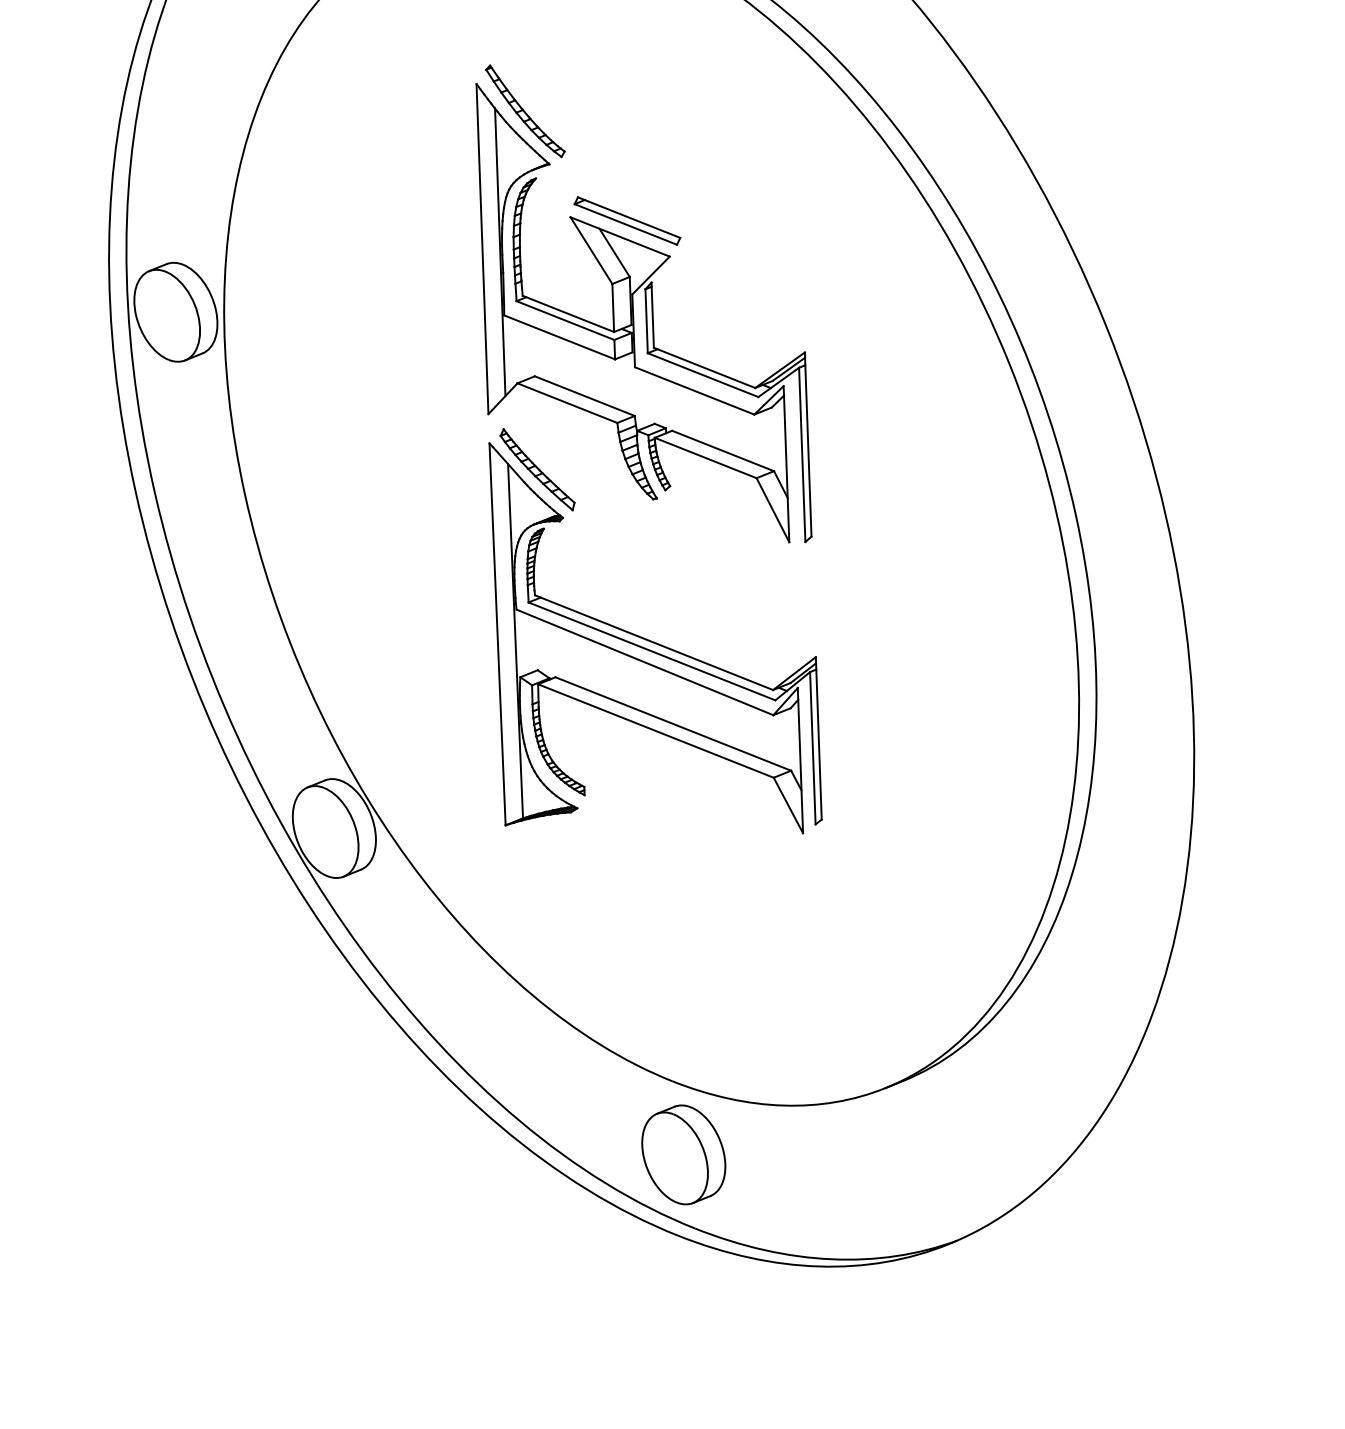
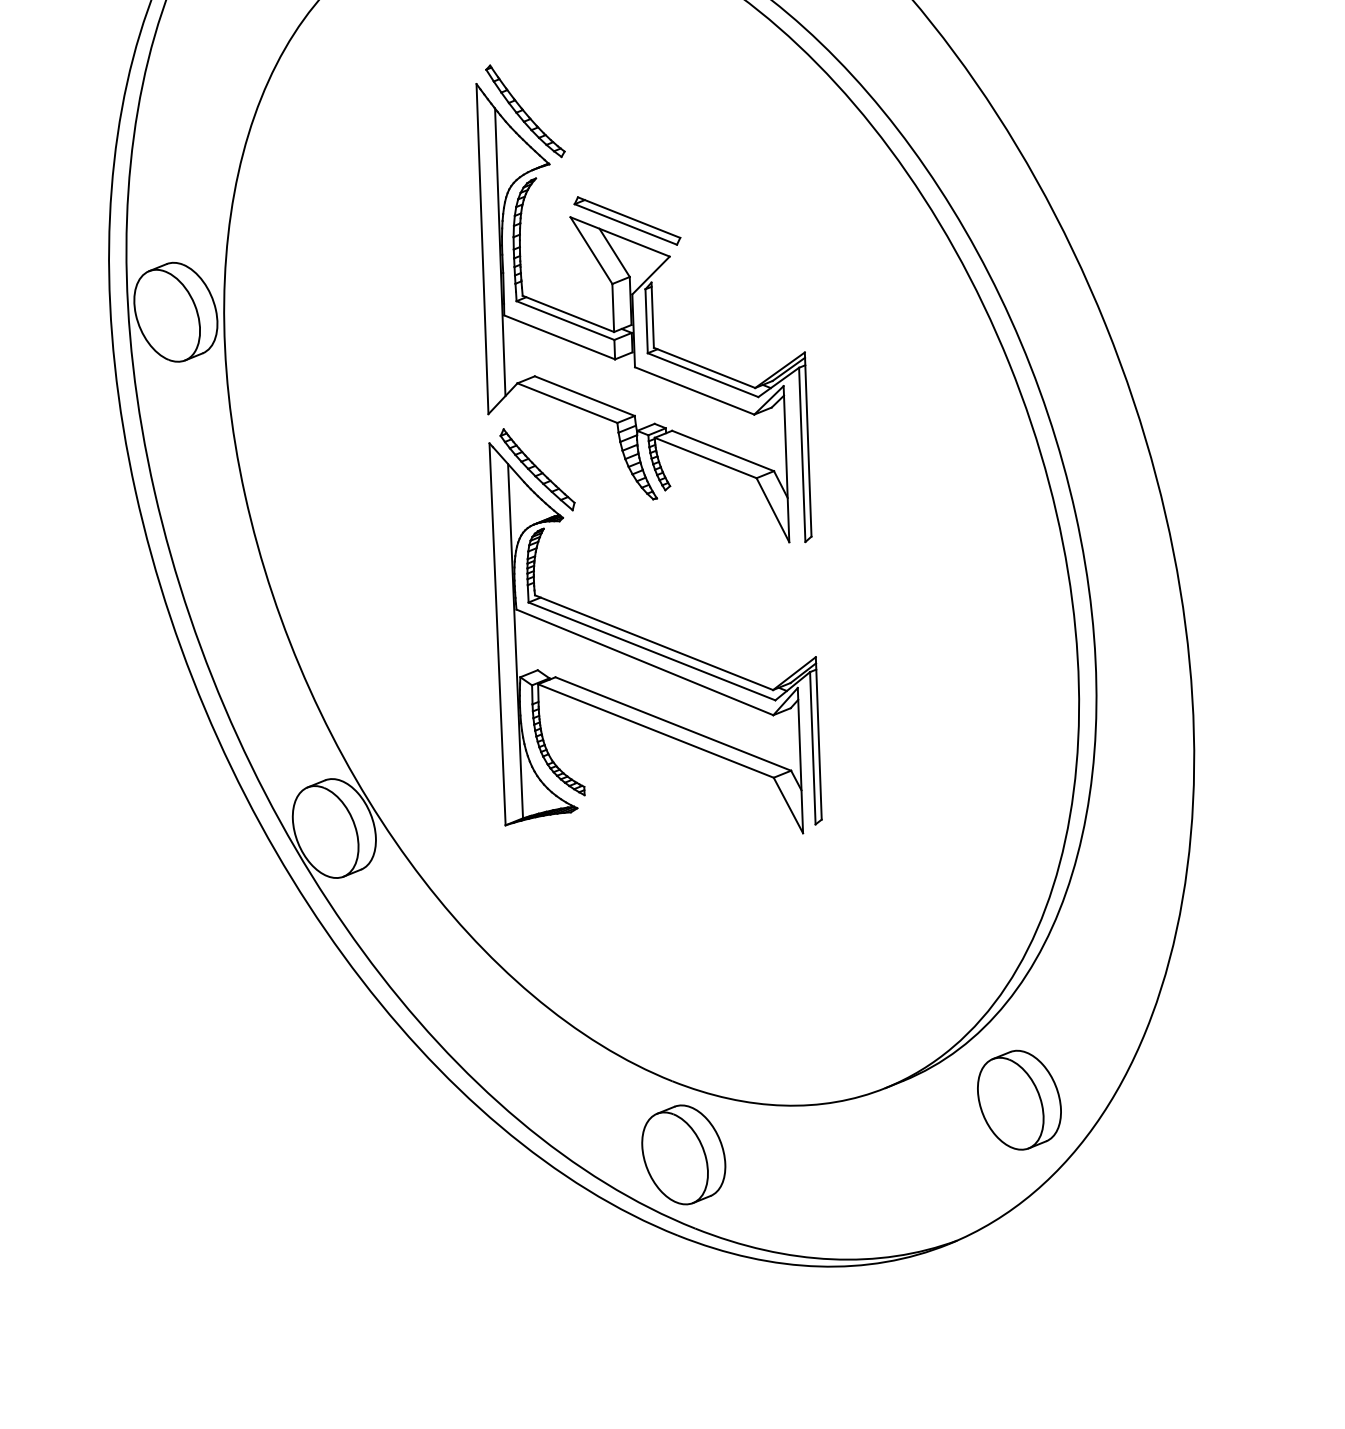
part at (1019, 1099): none -> present
